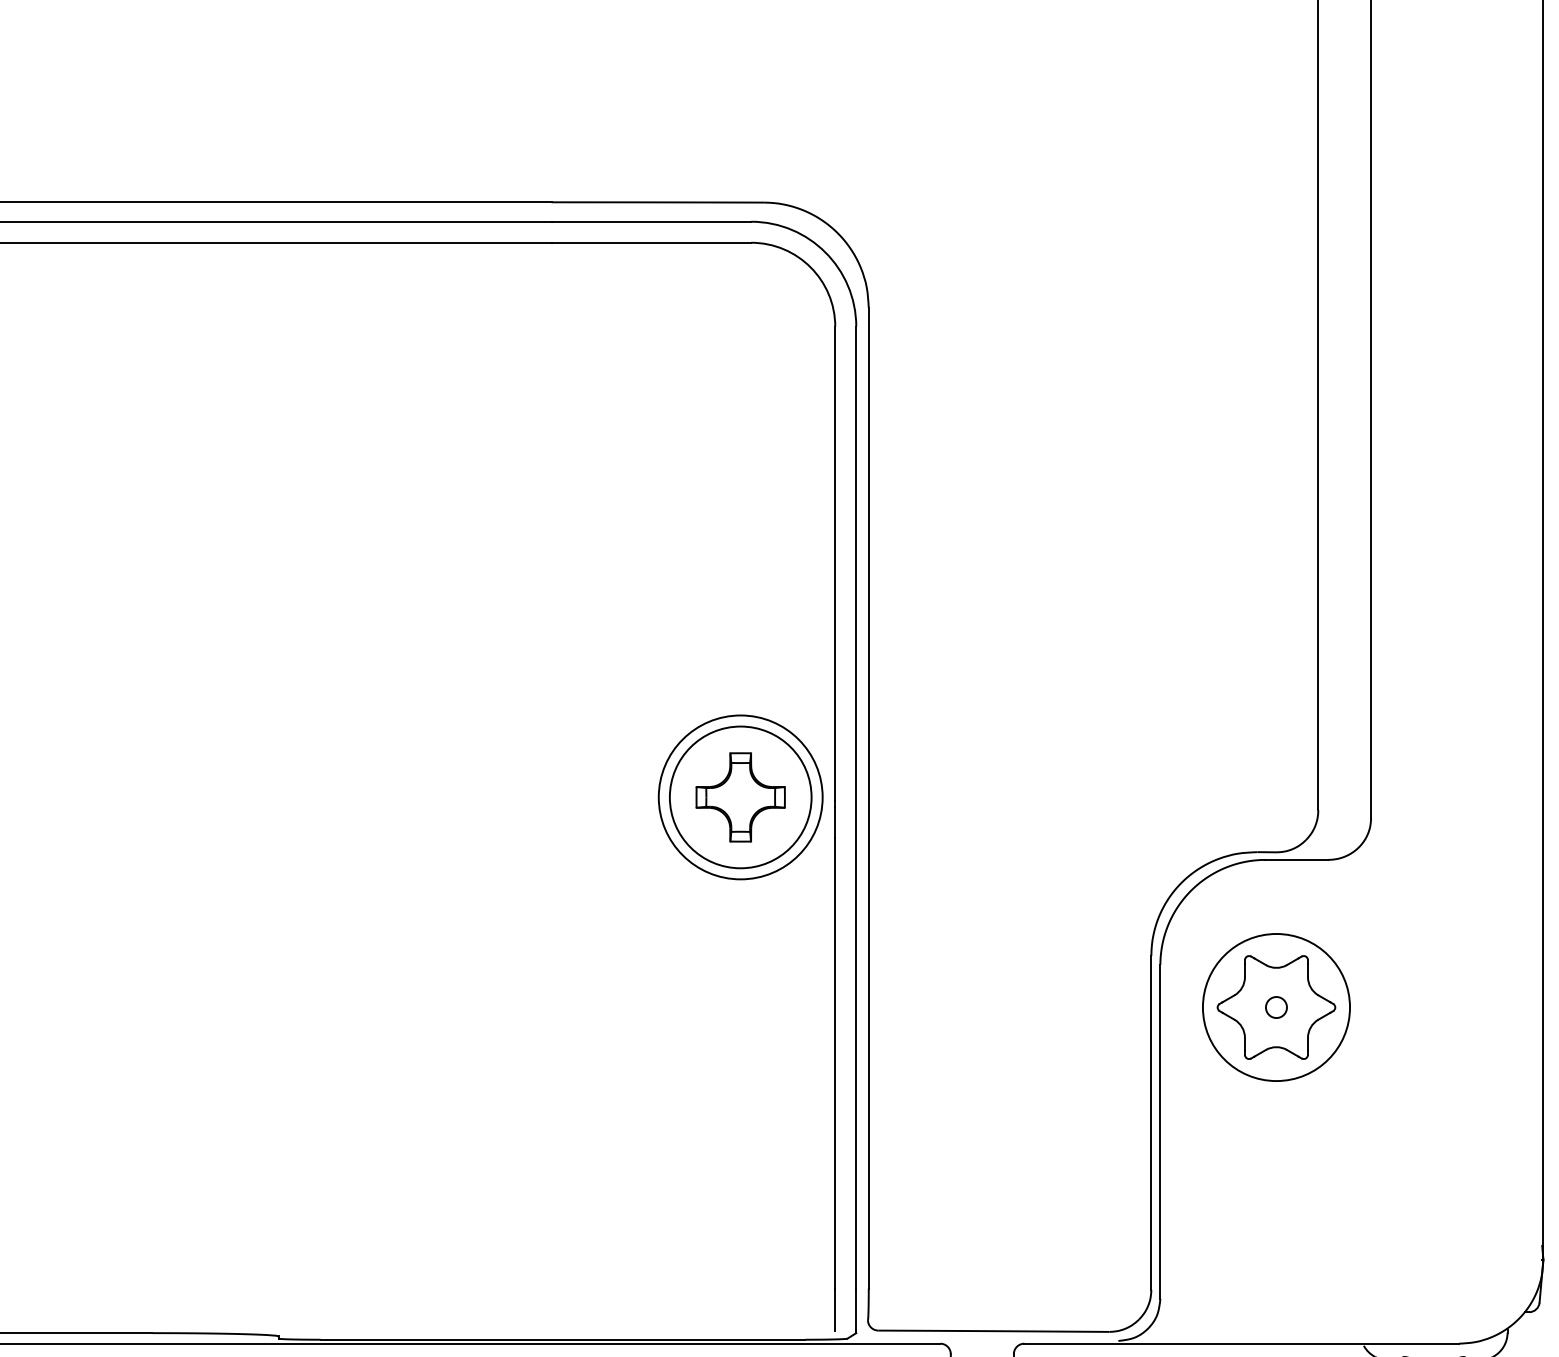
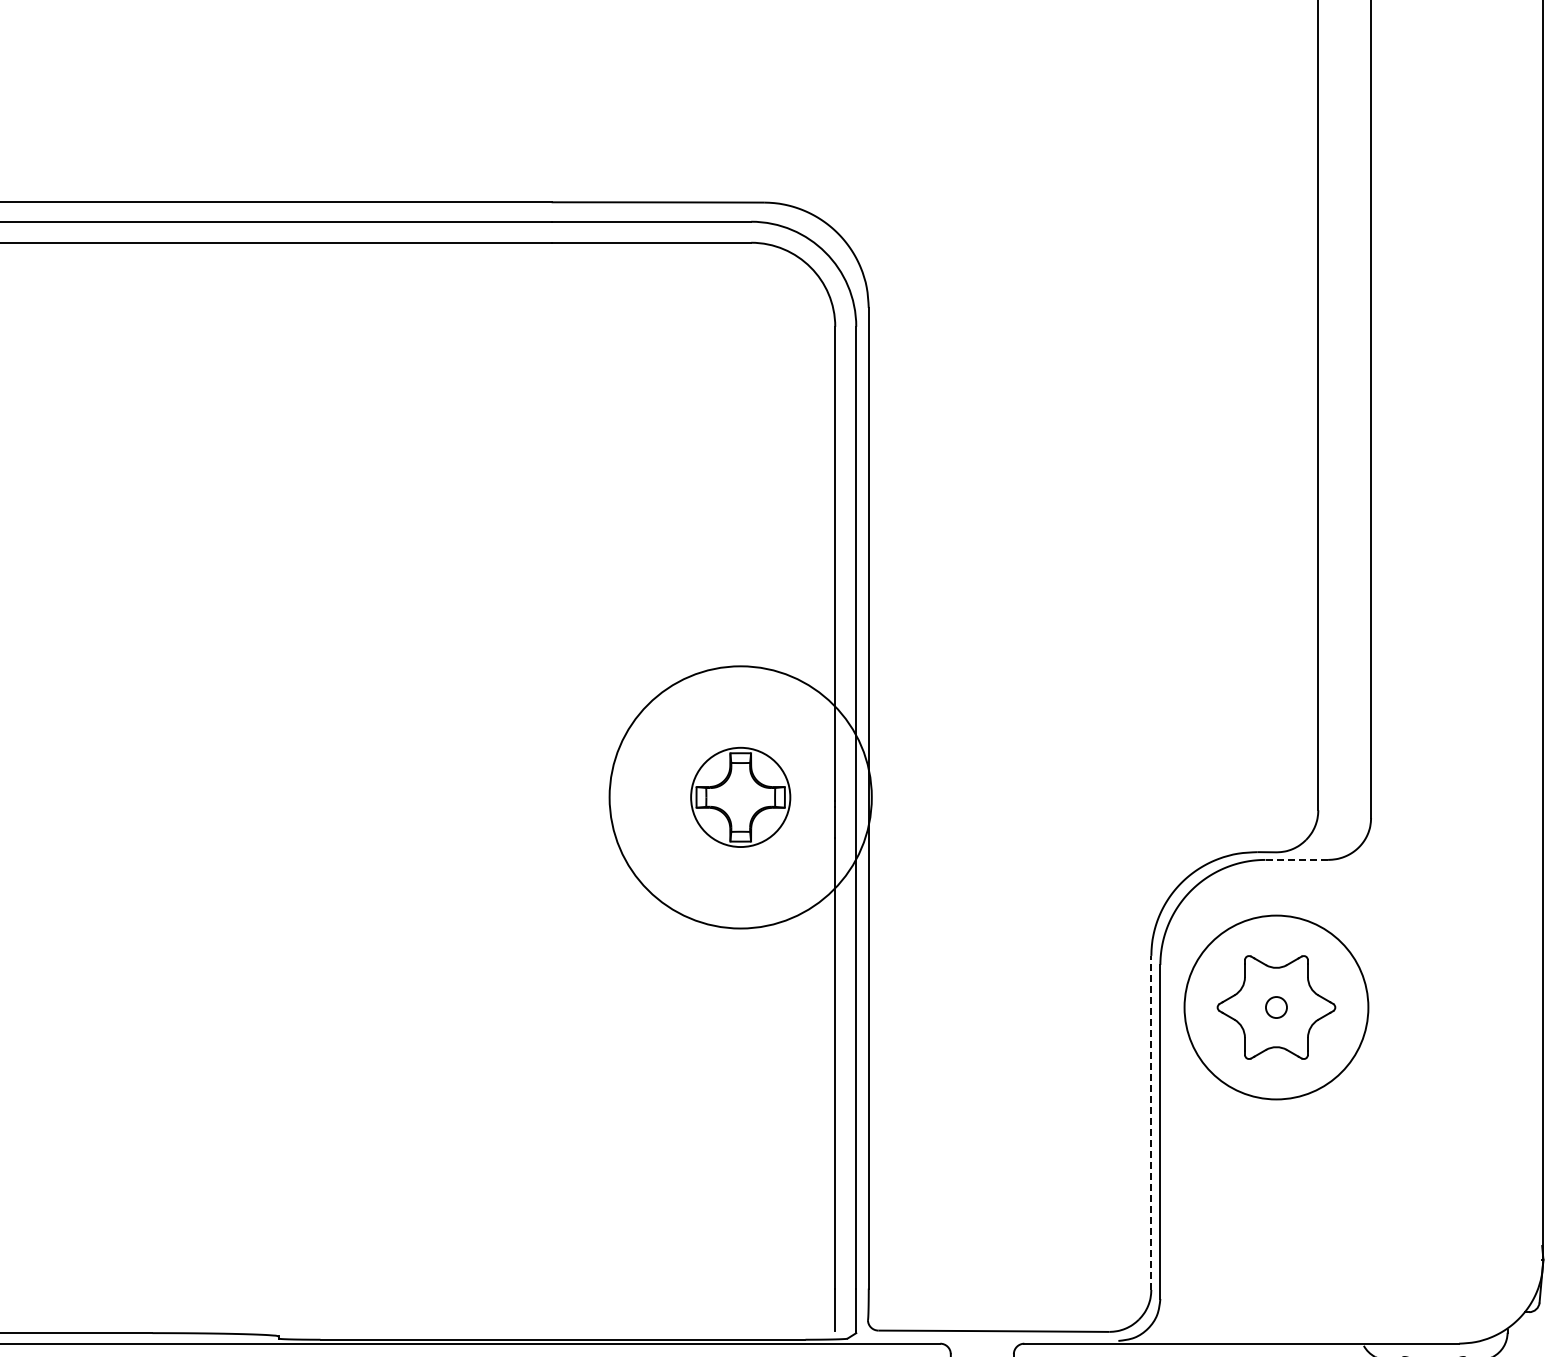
circle at (740, 797) diameter: 142 px -> 99 px
circle at (740, 797) diameter: 164 px -> 262 px
line at (1296, 859): solid -> dashed
circle at (1276, 1007) diameter: 147 px -> 184 px
line at (1151, 1122): solid -> dashed
